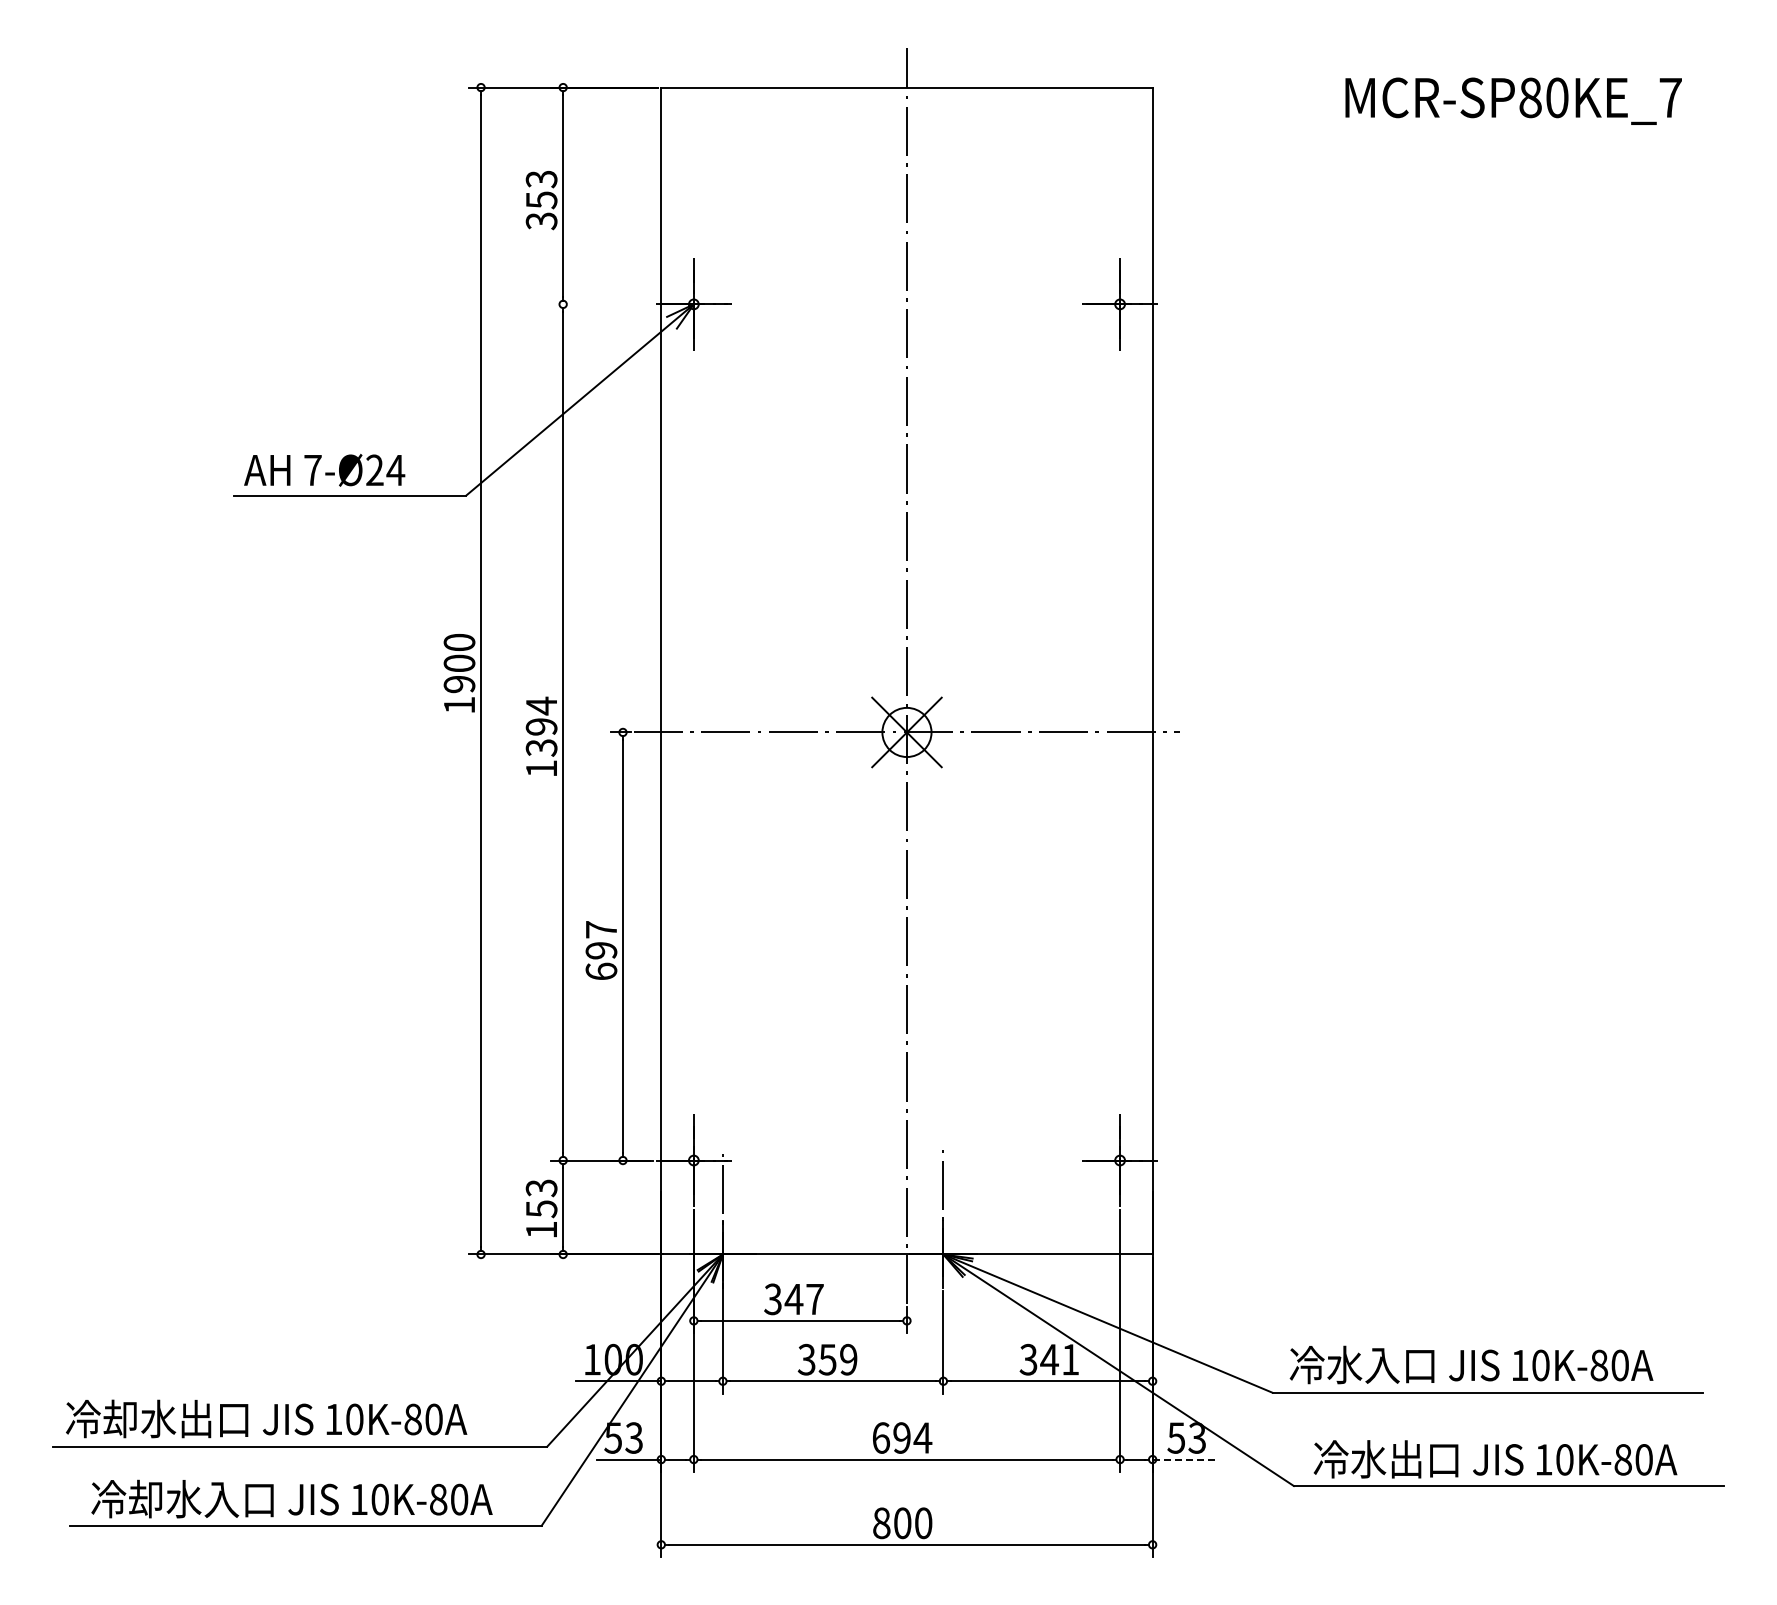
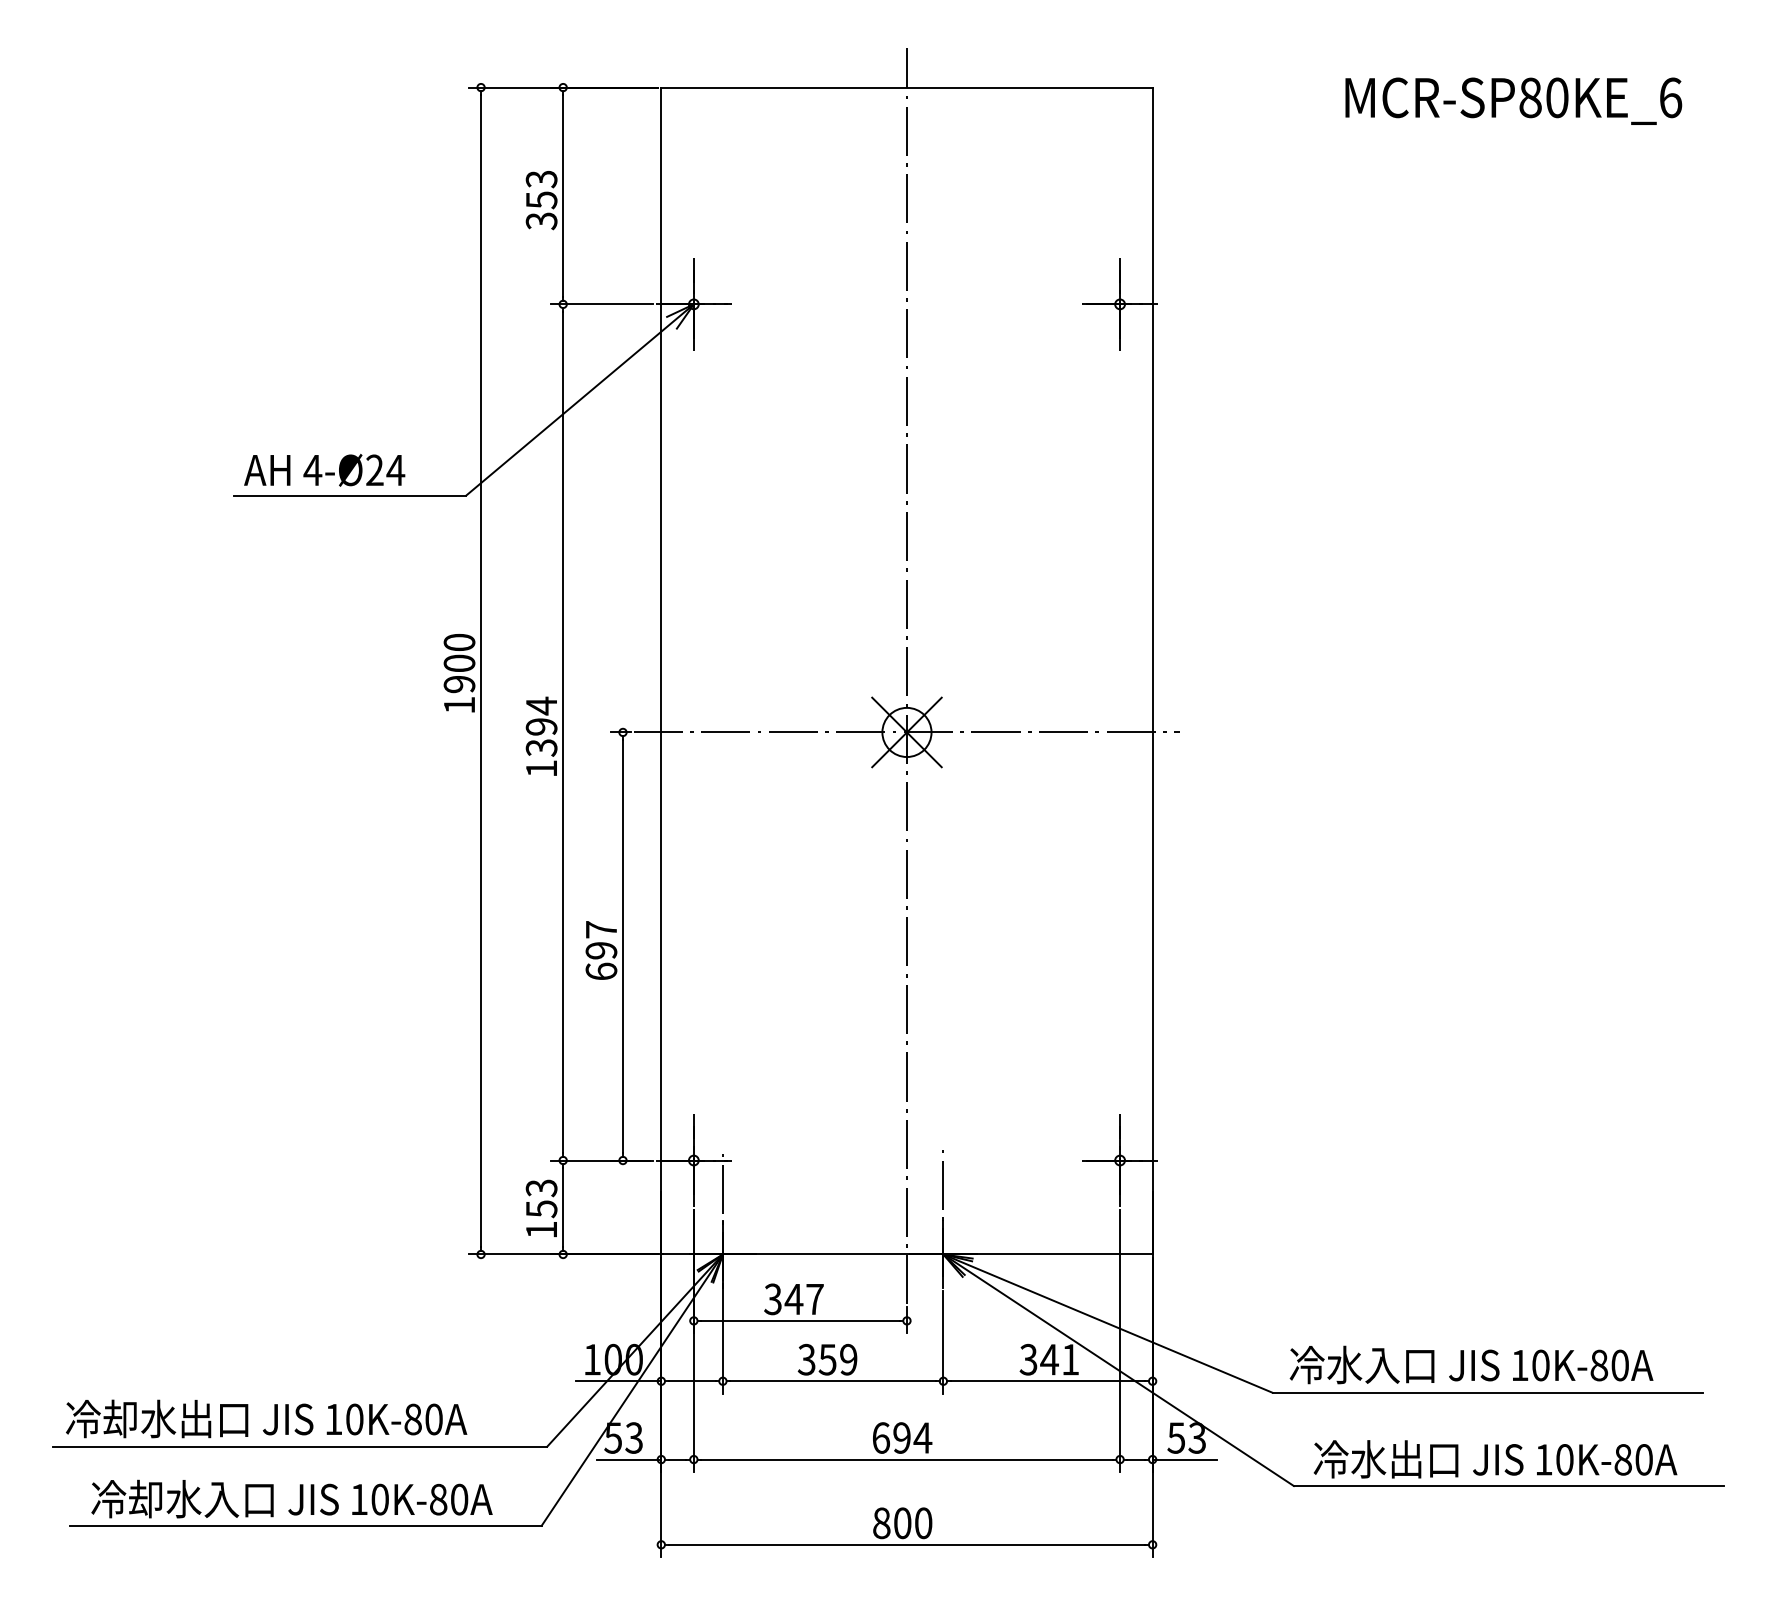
text at (1670, 97): MCR-SP80KE_7 -> MCR-SP80KE_6
line at (601, 304): none -> present
text at (312, 470): 7-Ø24 -> 4-Ø24
line at (1185, 1459): dashed -> solid
